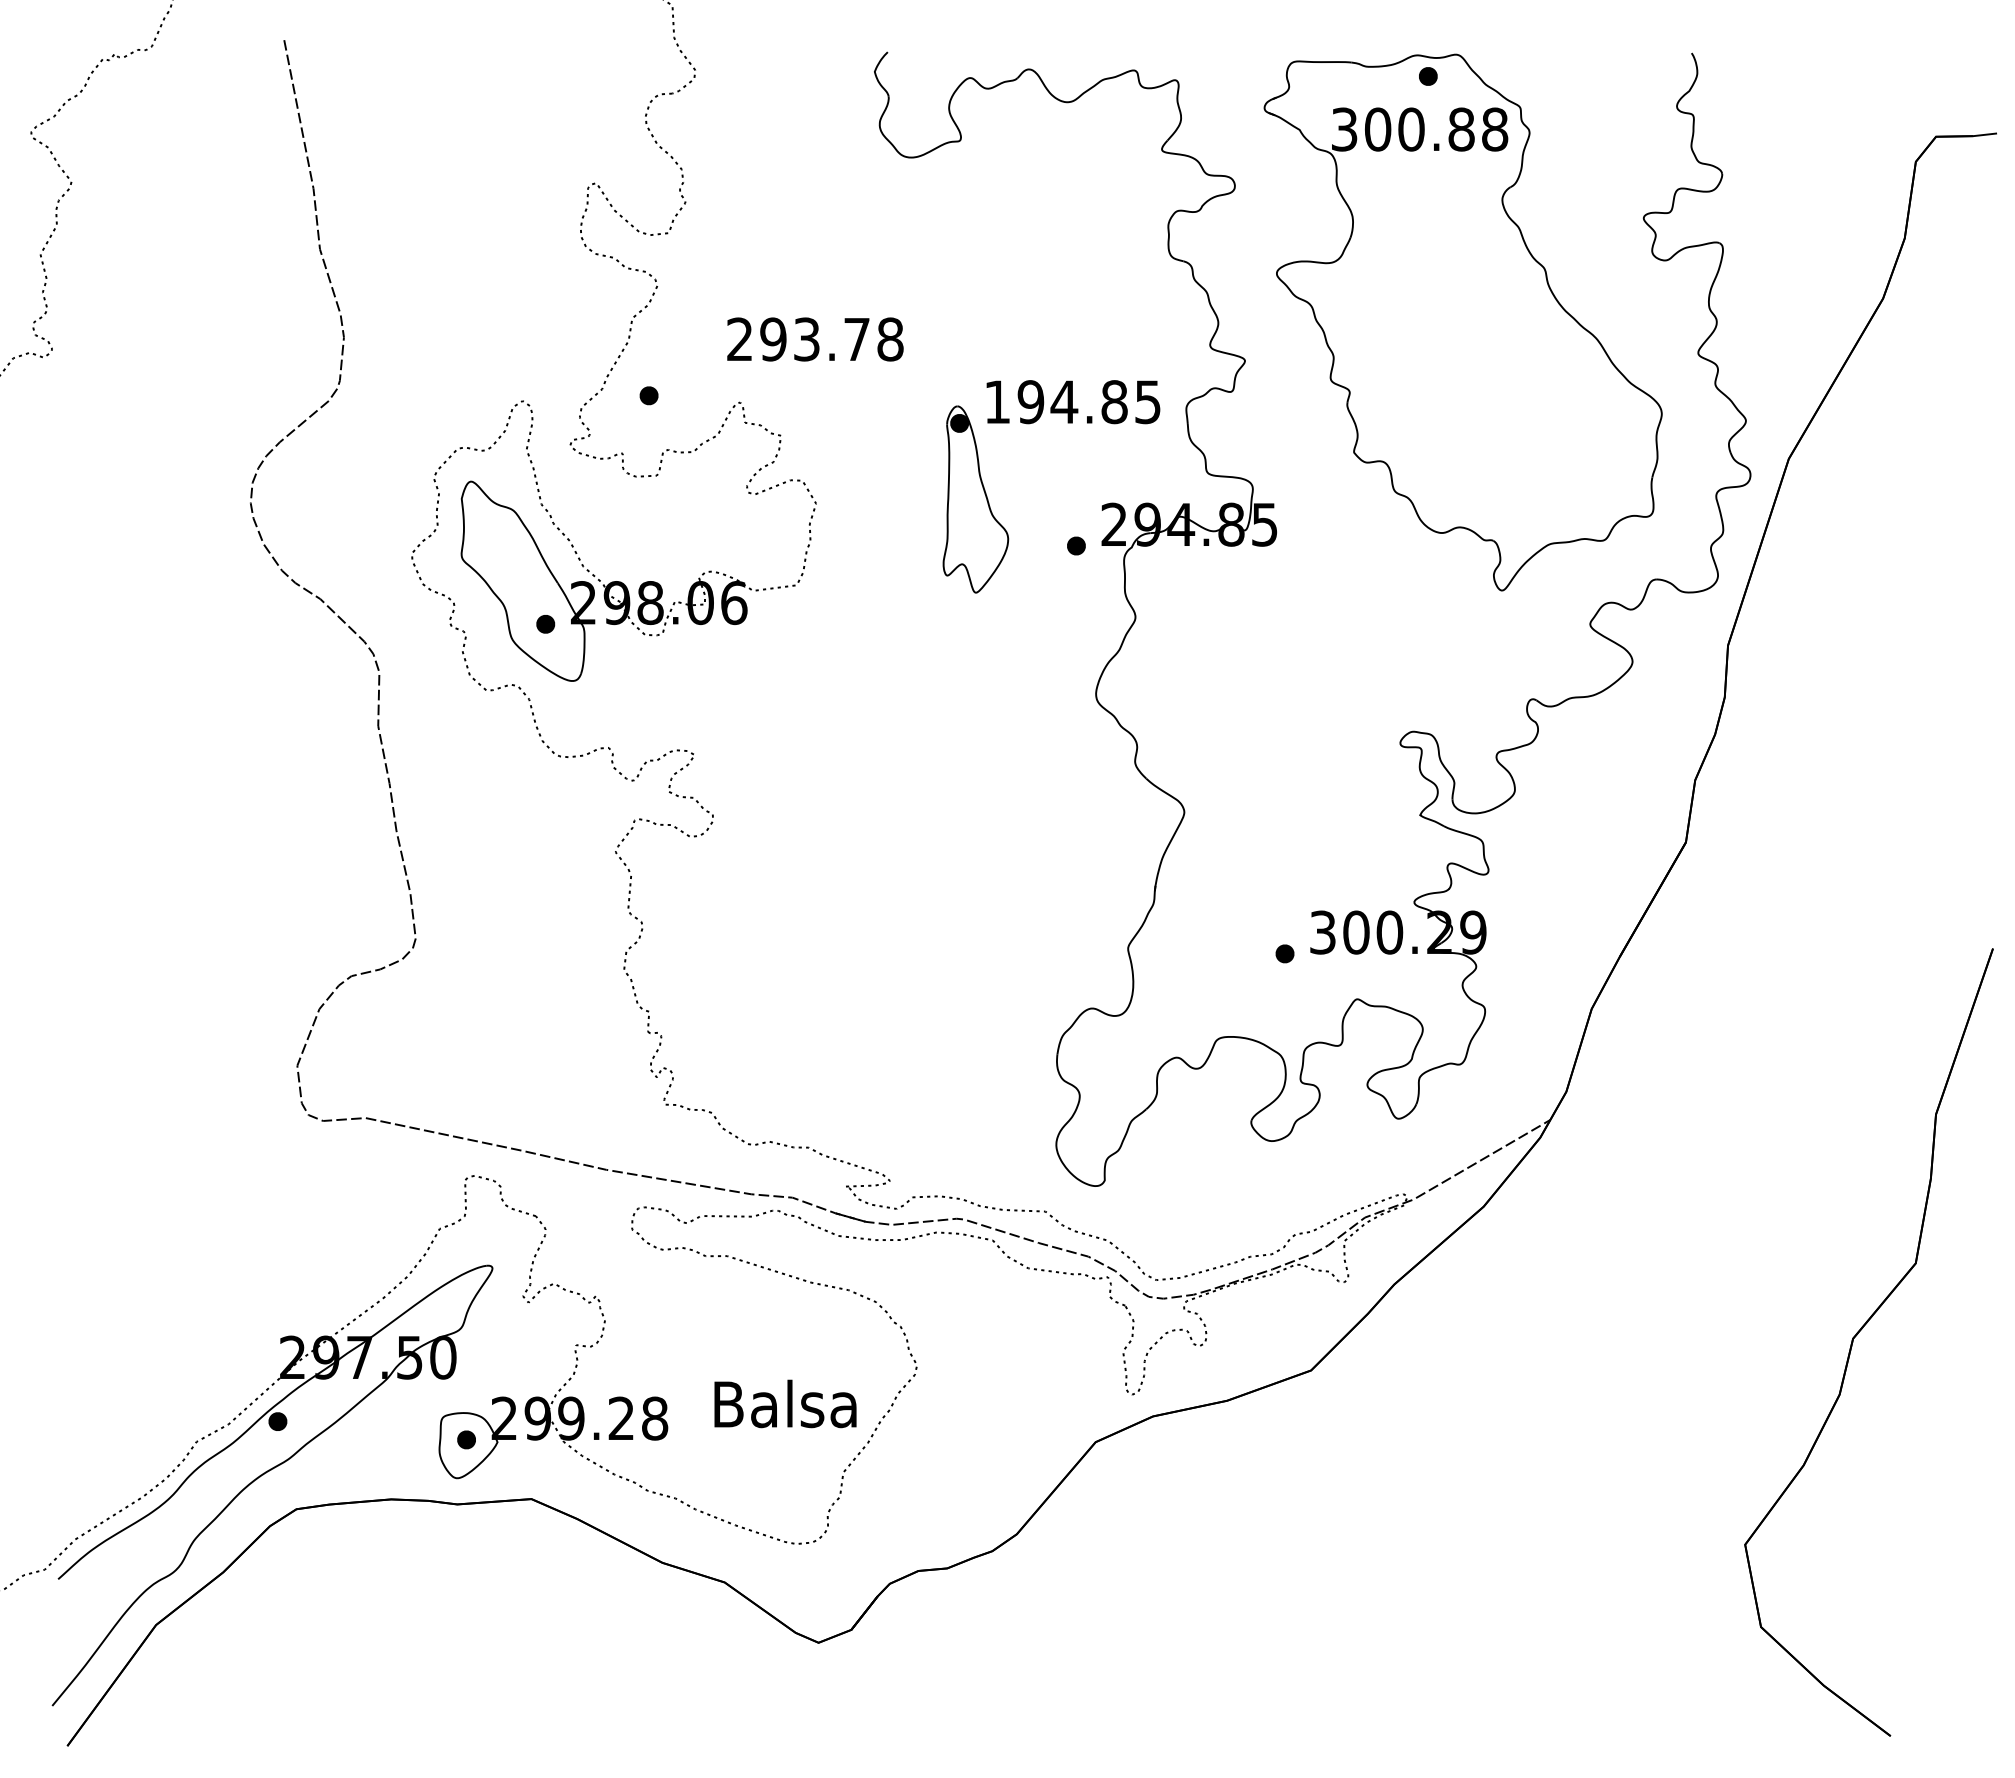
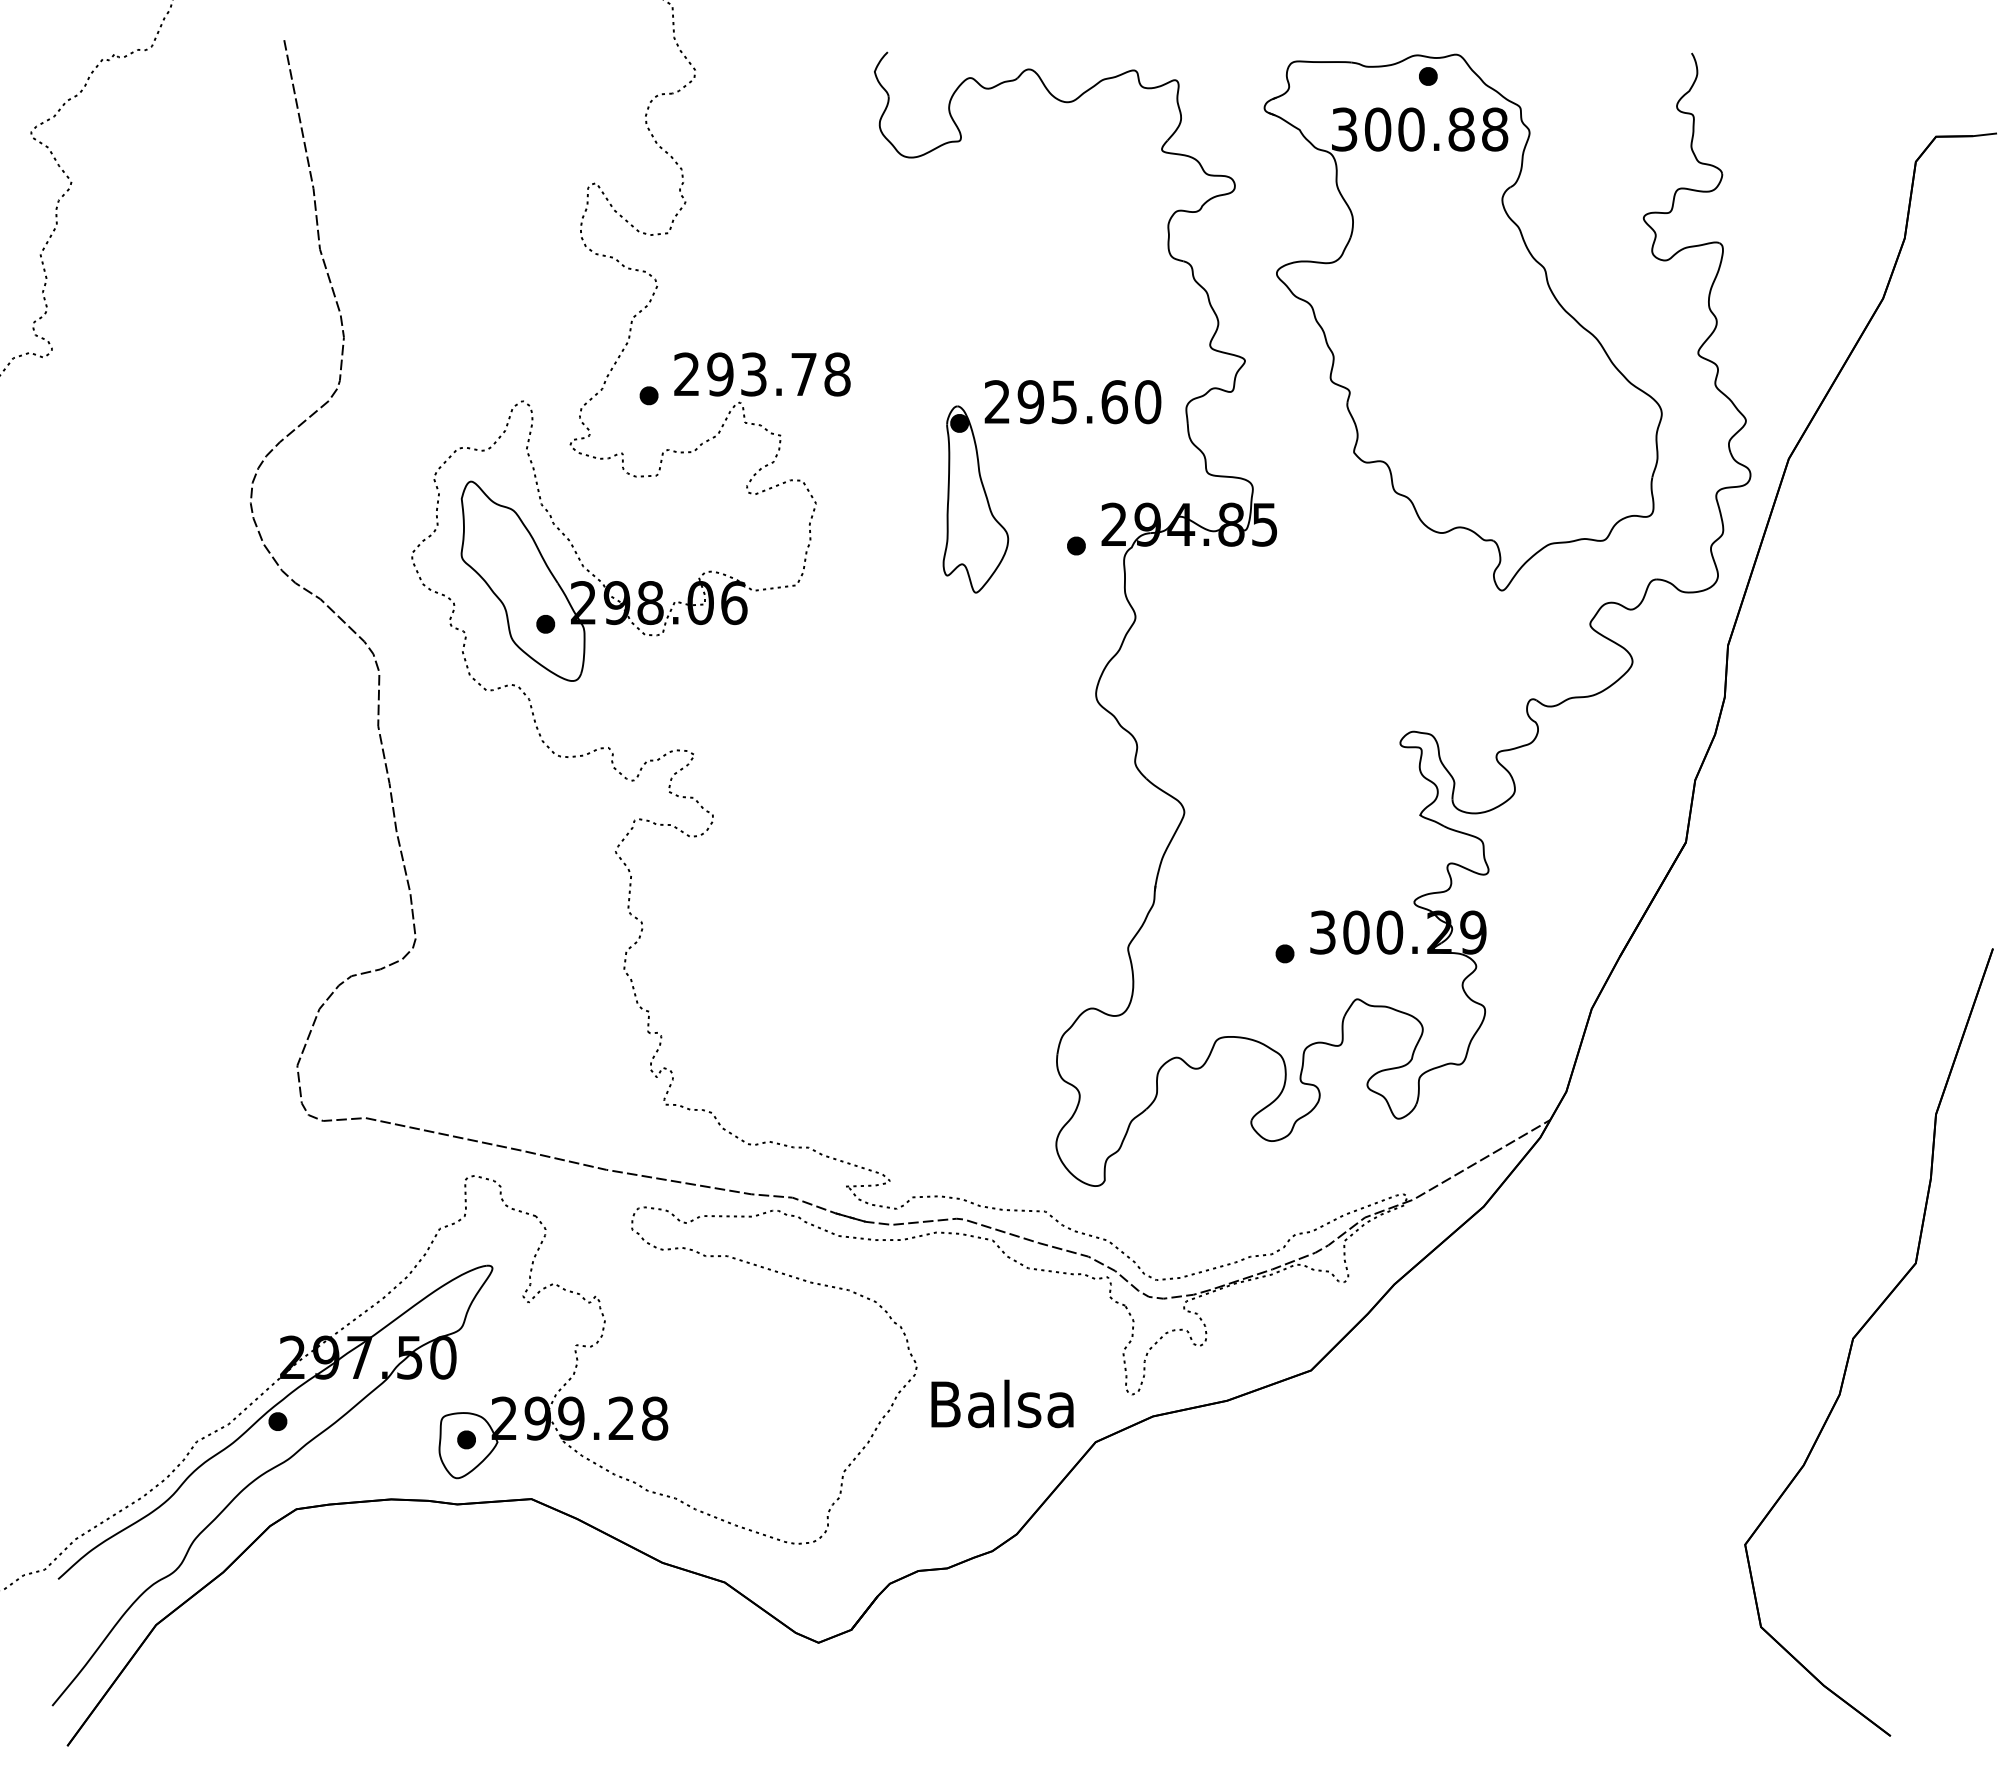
text at (815, 339) position: (815, 339) -> (762, 374)
text at (1072, 402): 194.85 -> 295.60
text at (785, 1403) position: (785, 1403) -> (1002, 1403)
